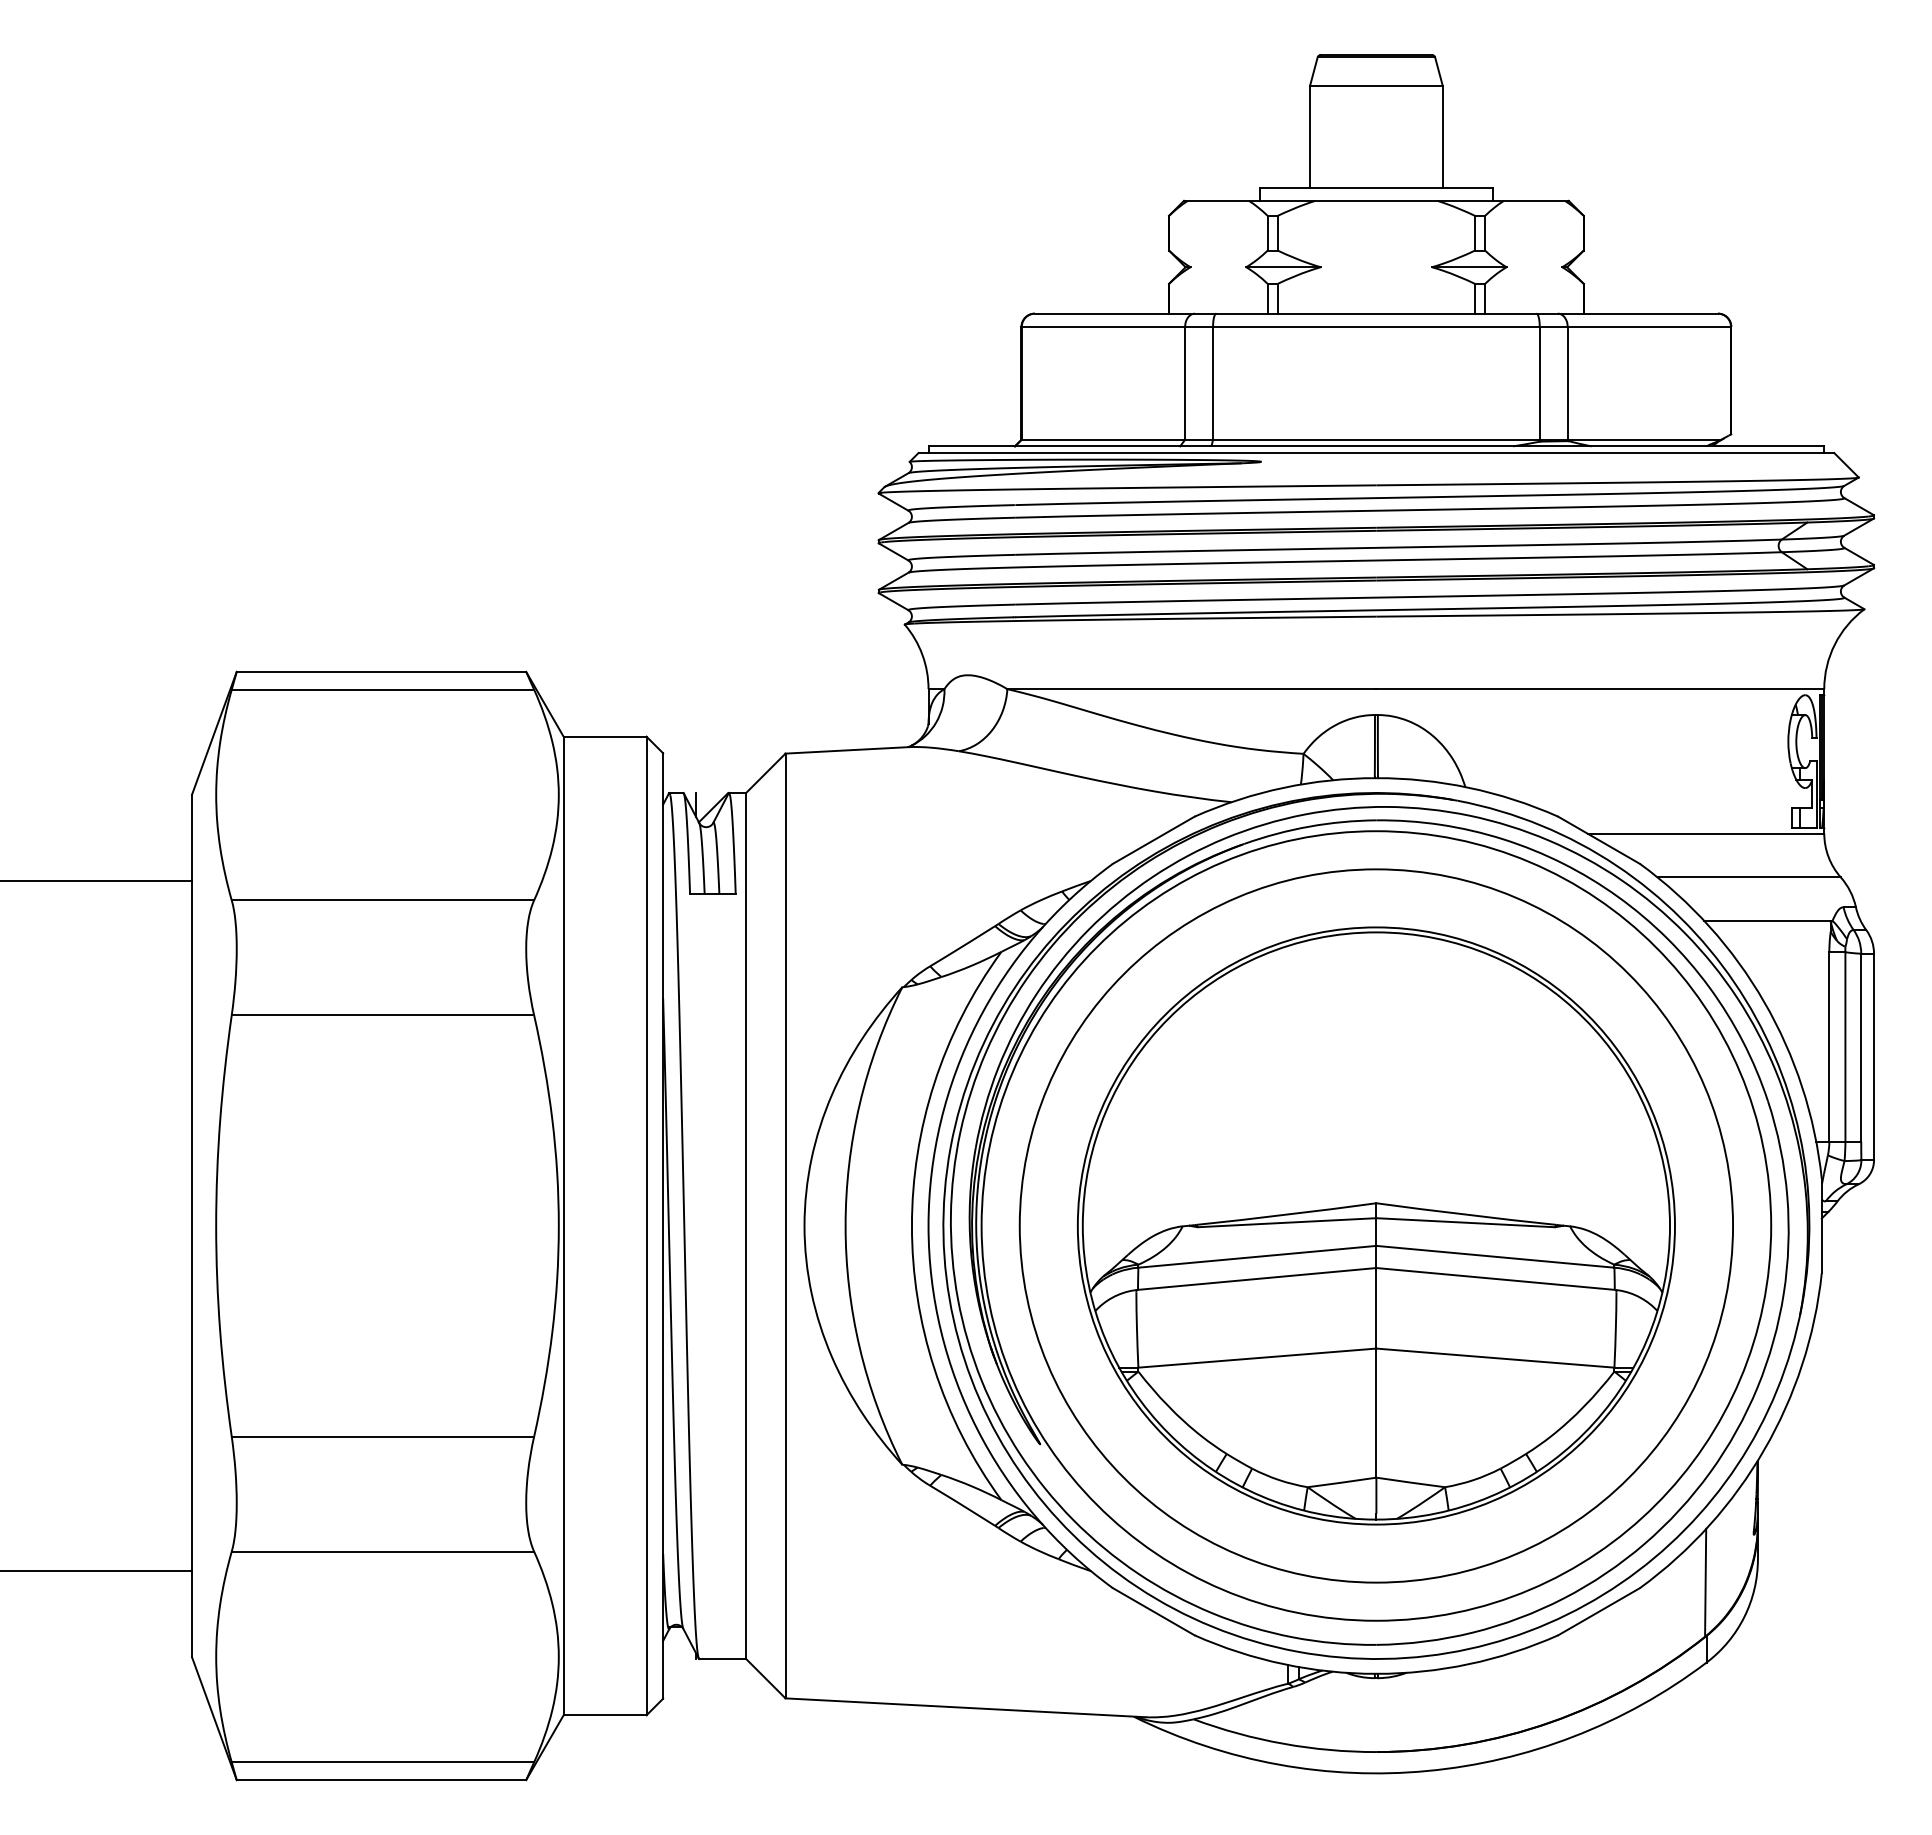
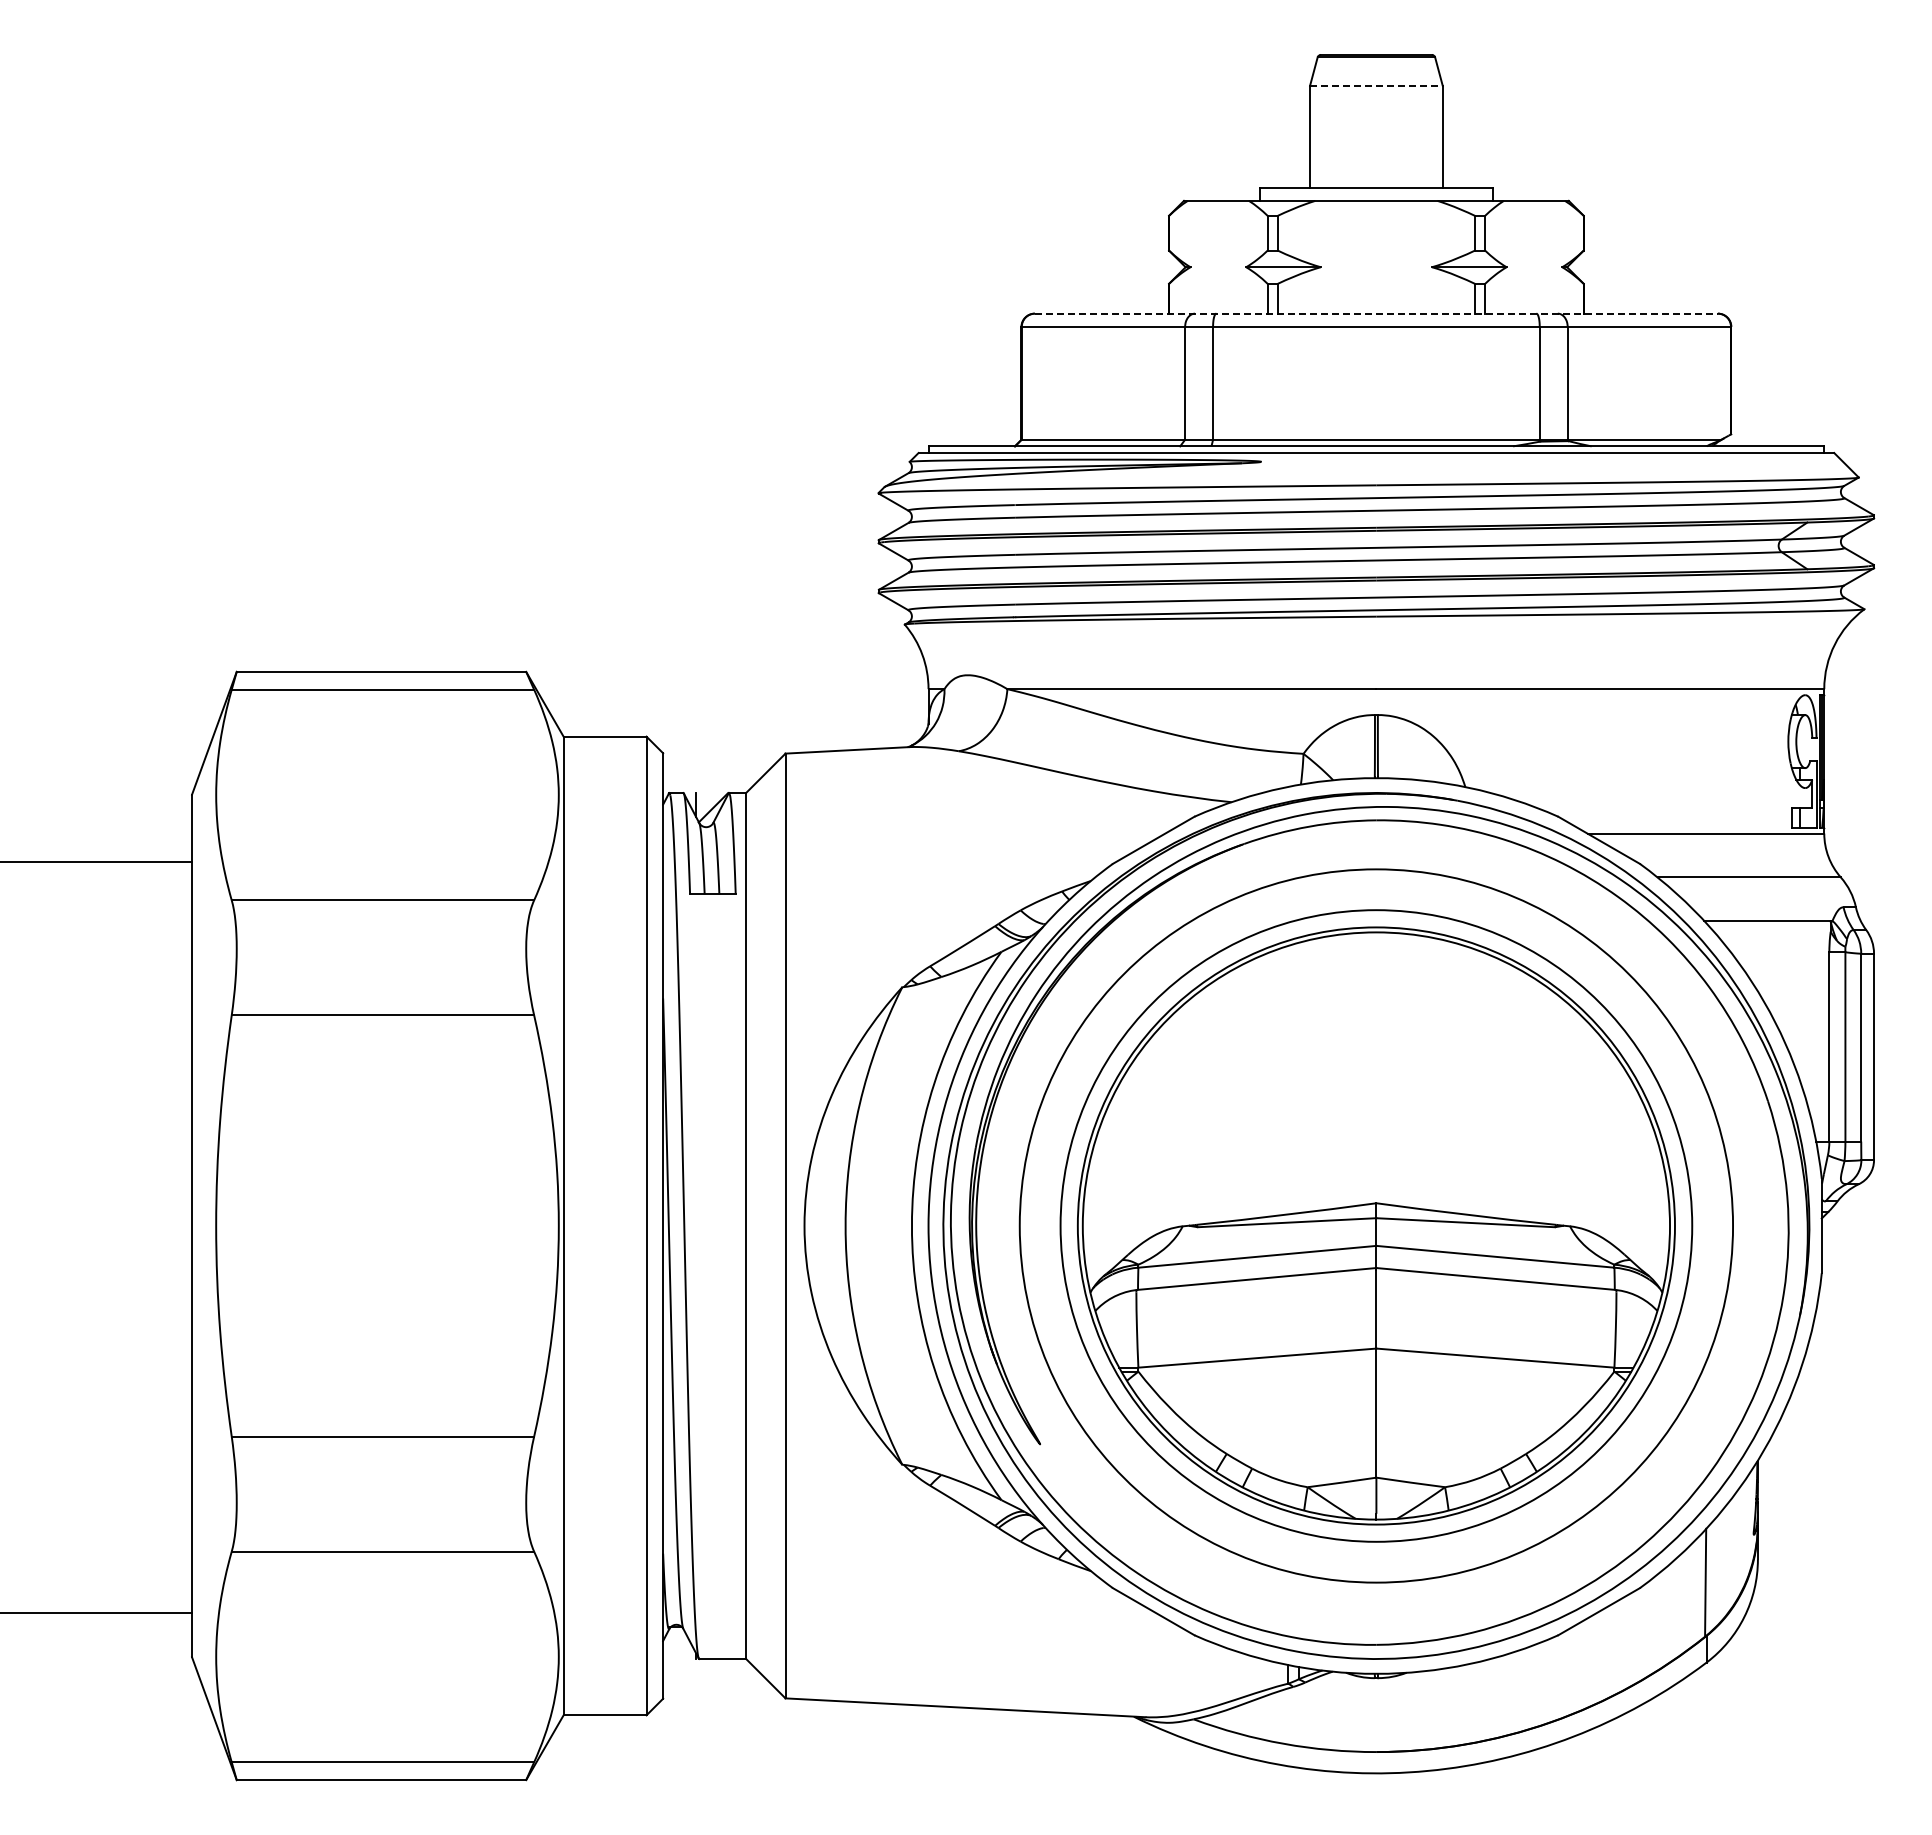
line at (1376, 85): solid -> dashed
line at (1376, 313): solid -> dashed
line at (97, 880) position: (97, 880) -> (97, 861)
circle at (1376, 1225) diameter: 790 px -> 632 px
line at (97, 1571) position: (97, 1571) -> (97, 1613)
